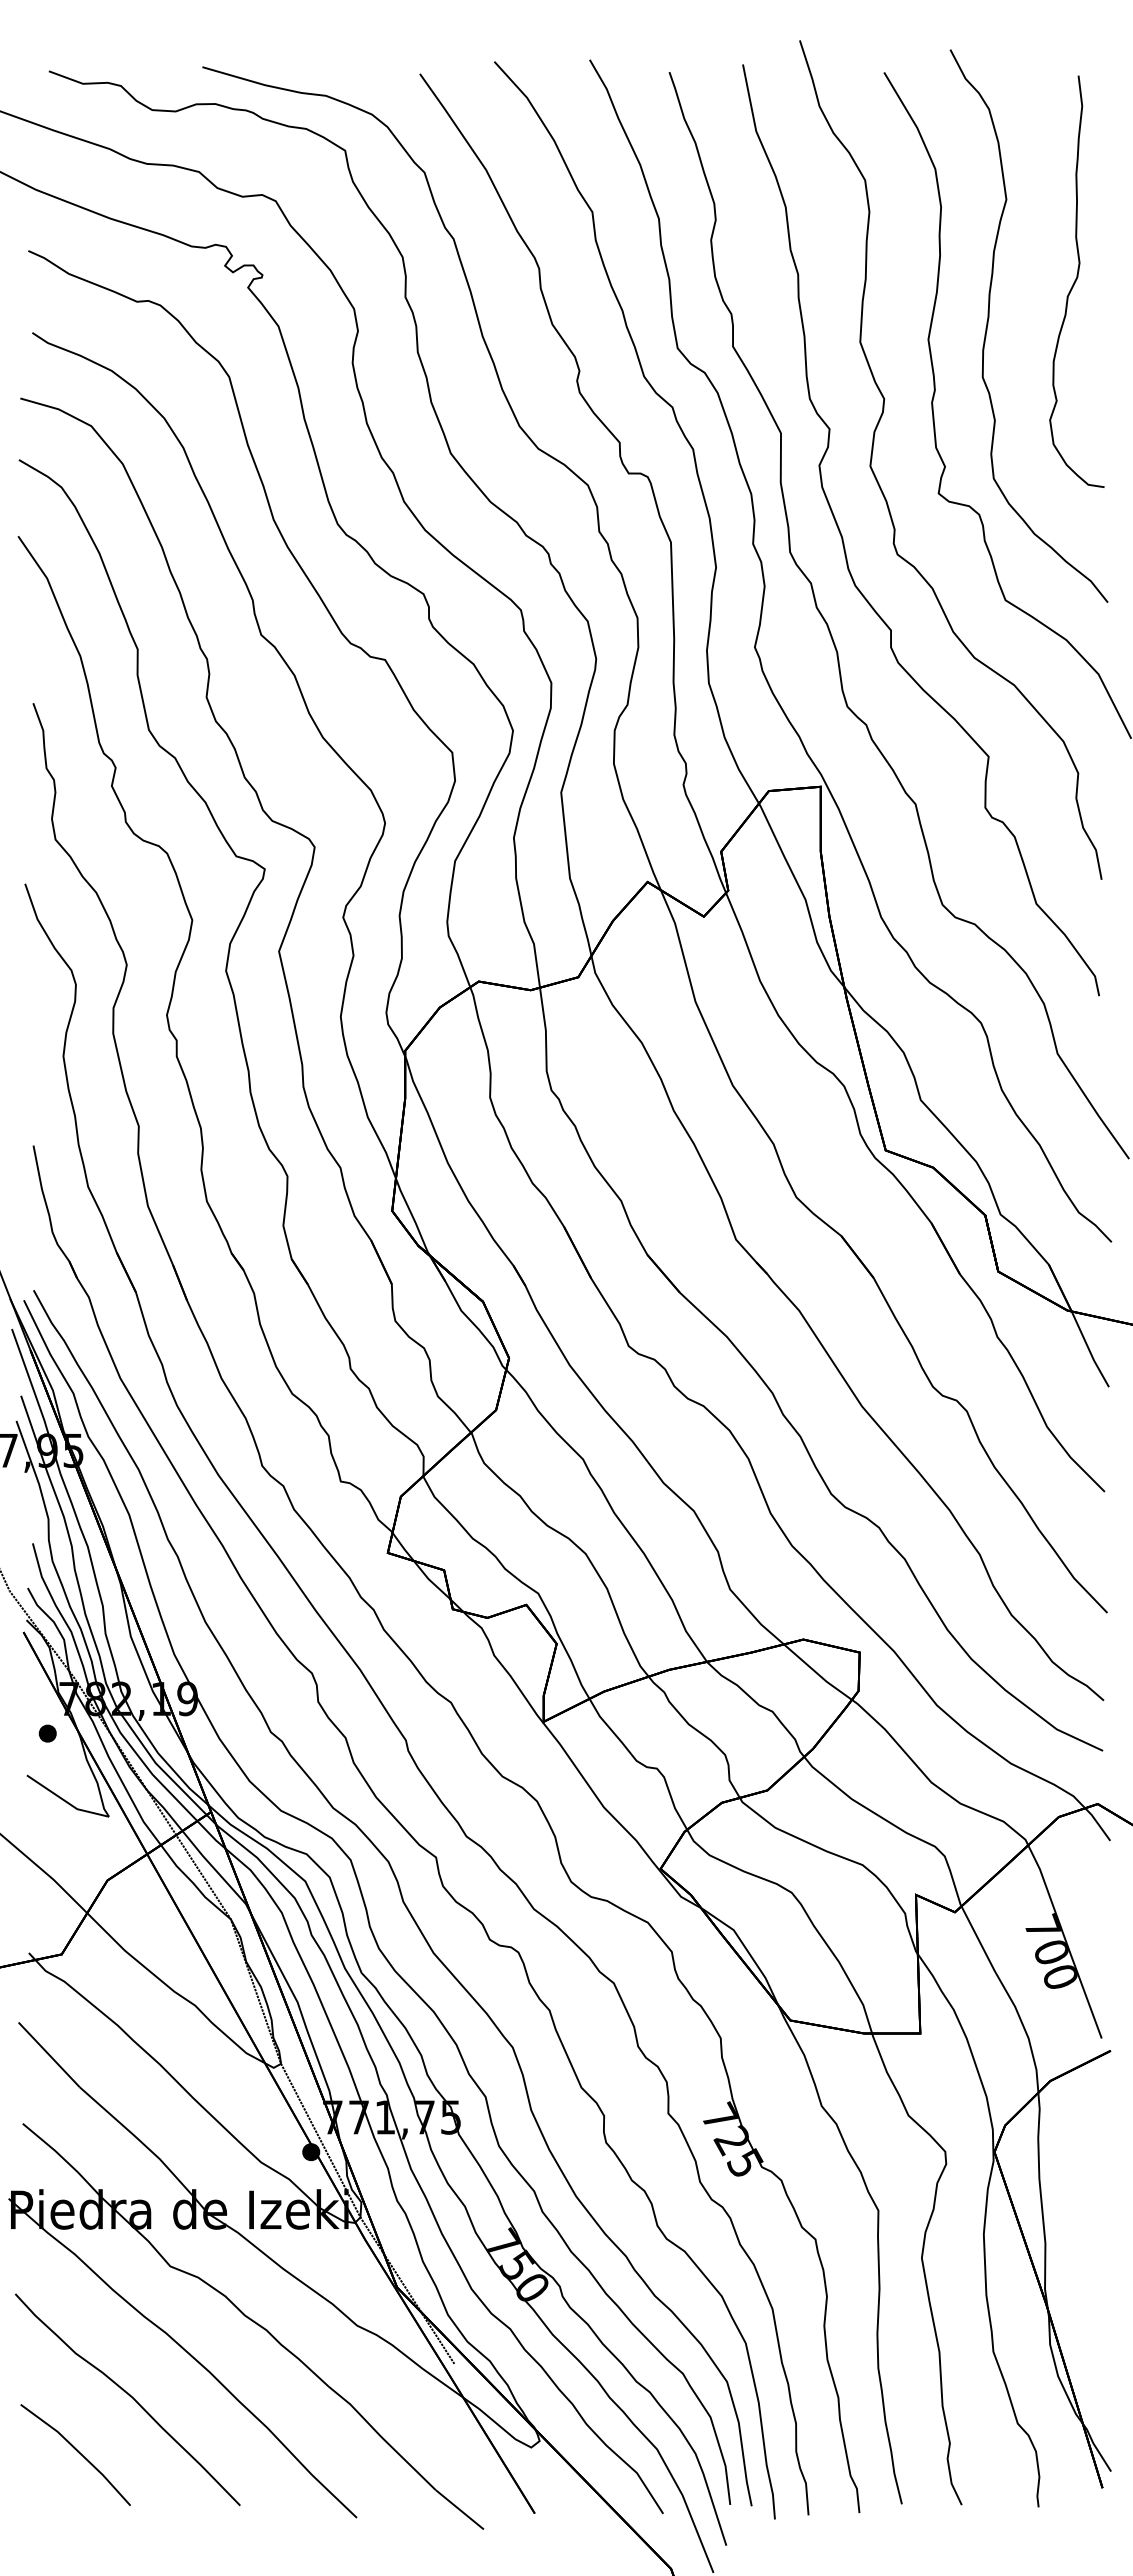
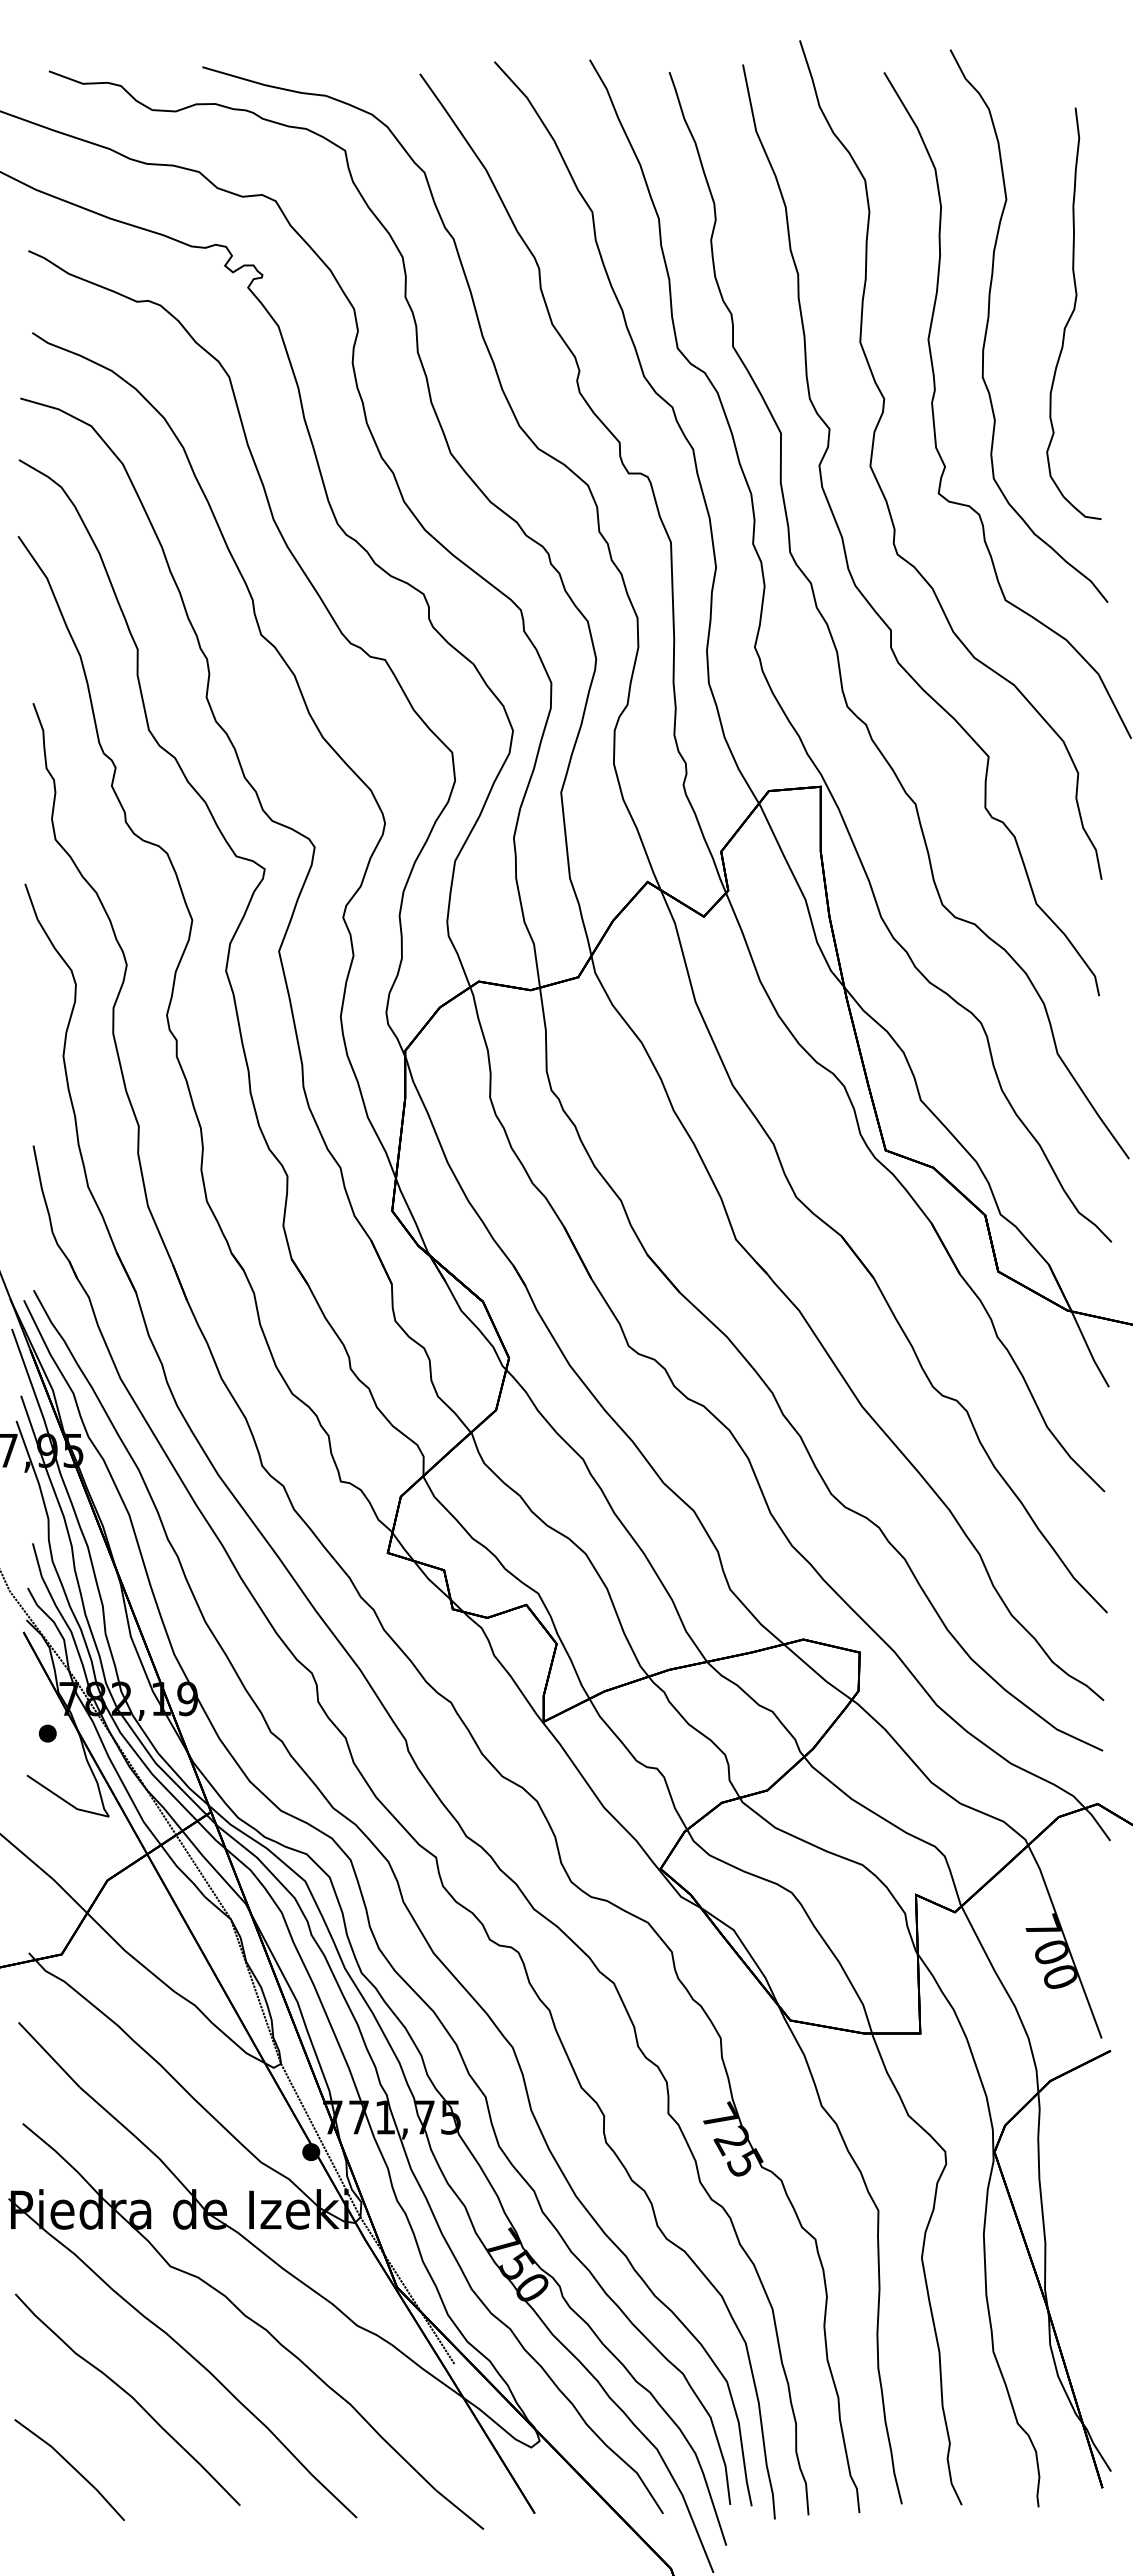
curve at (1076, 281) position: (1076, 281) -> (1073, 313)
line at (77, 2452) position: (77, 2452) -> (71, 2467)
